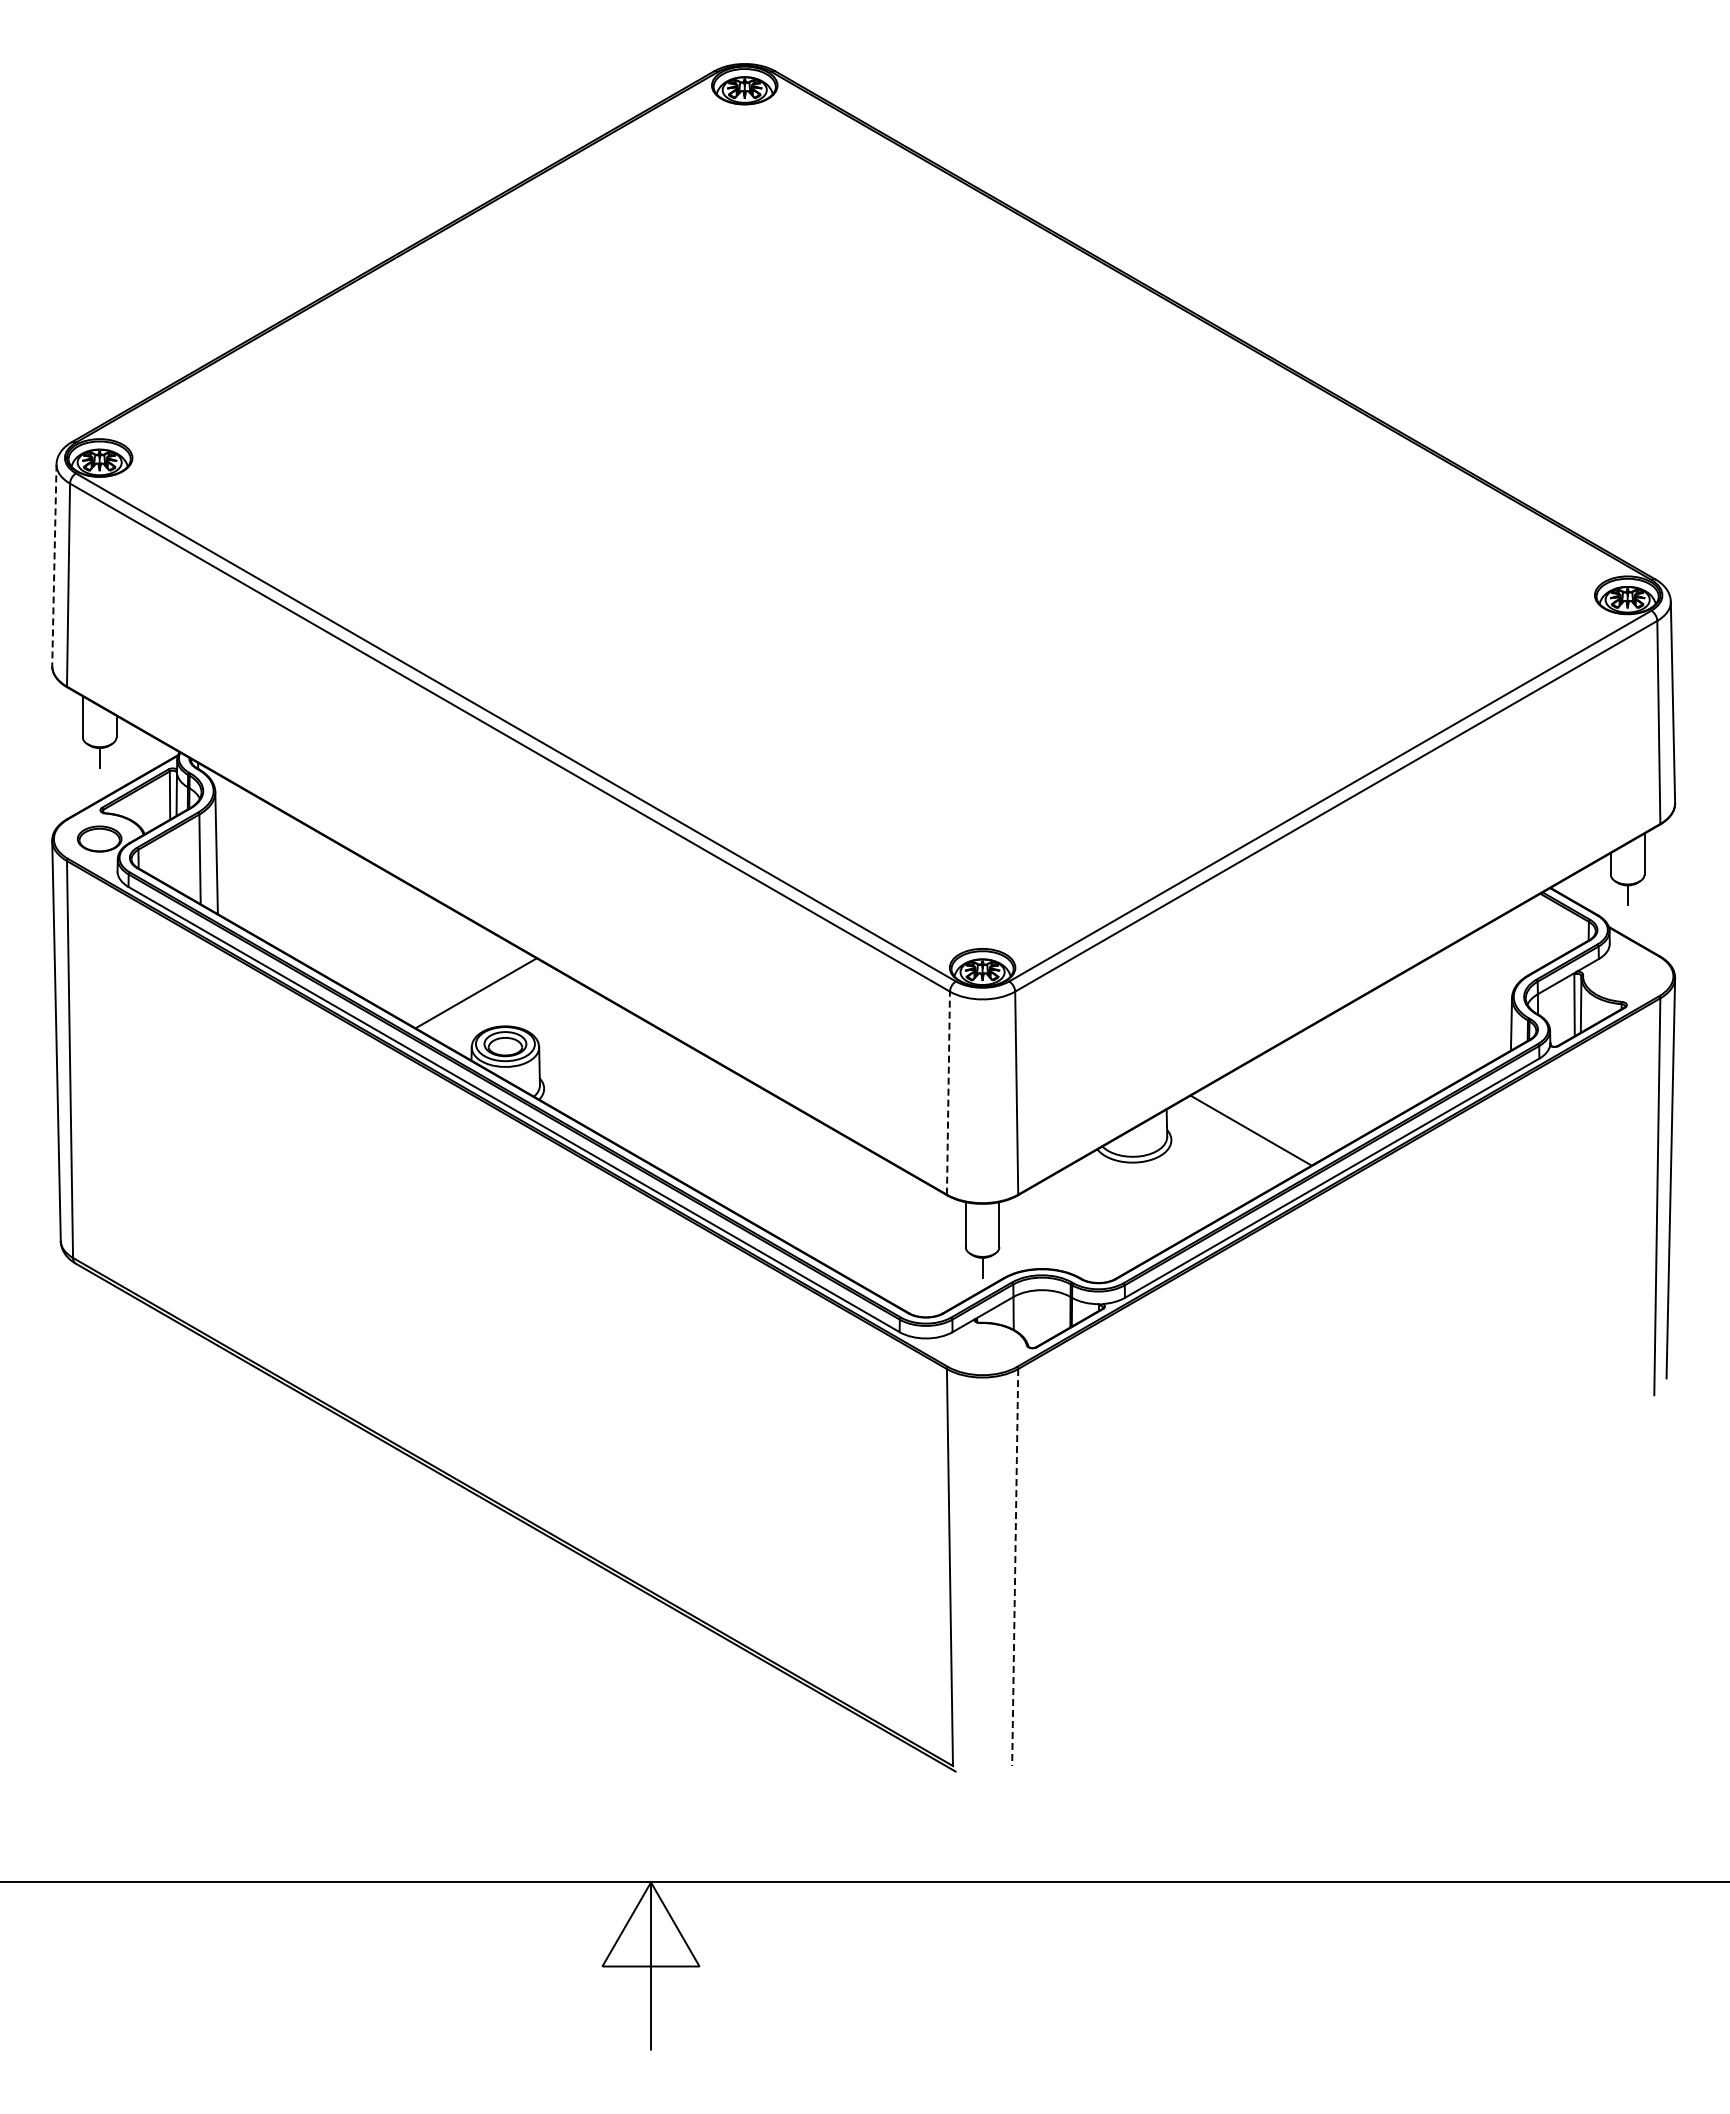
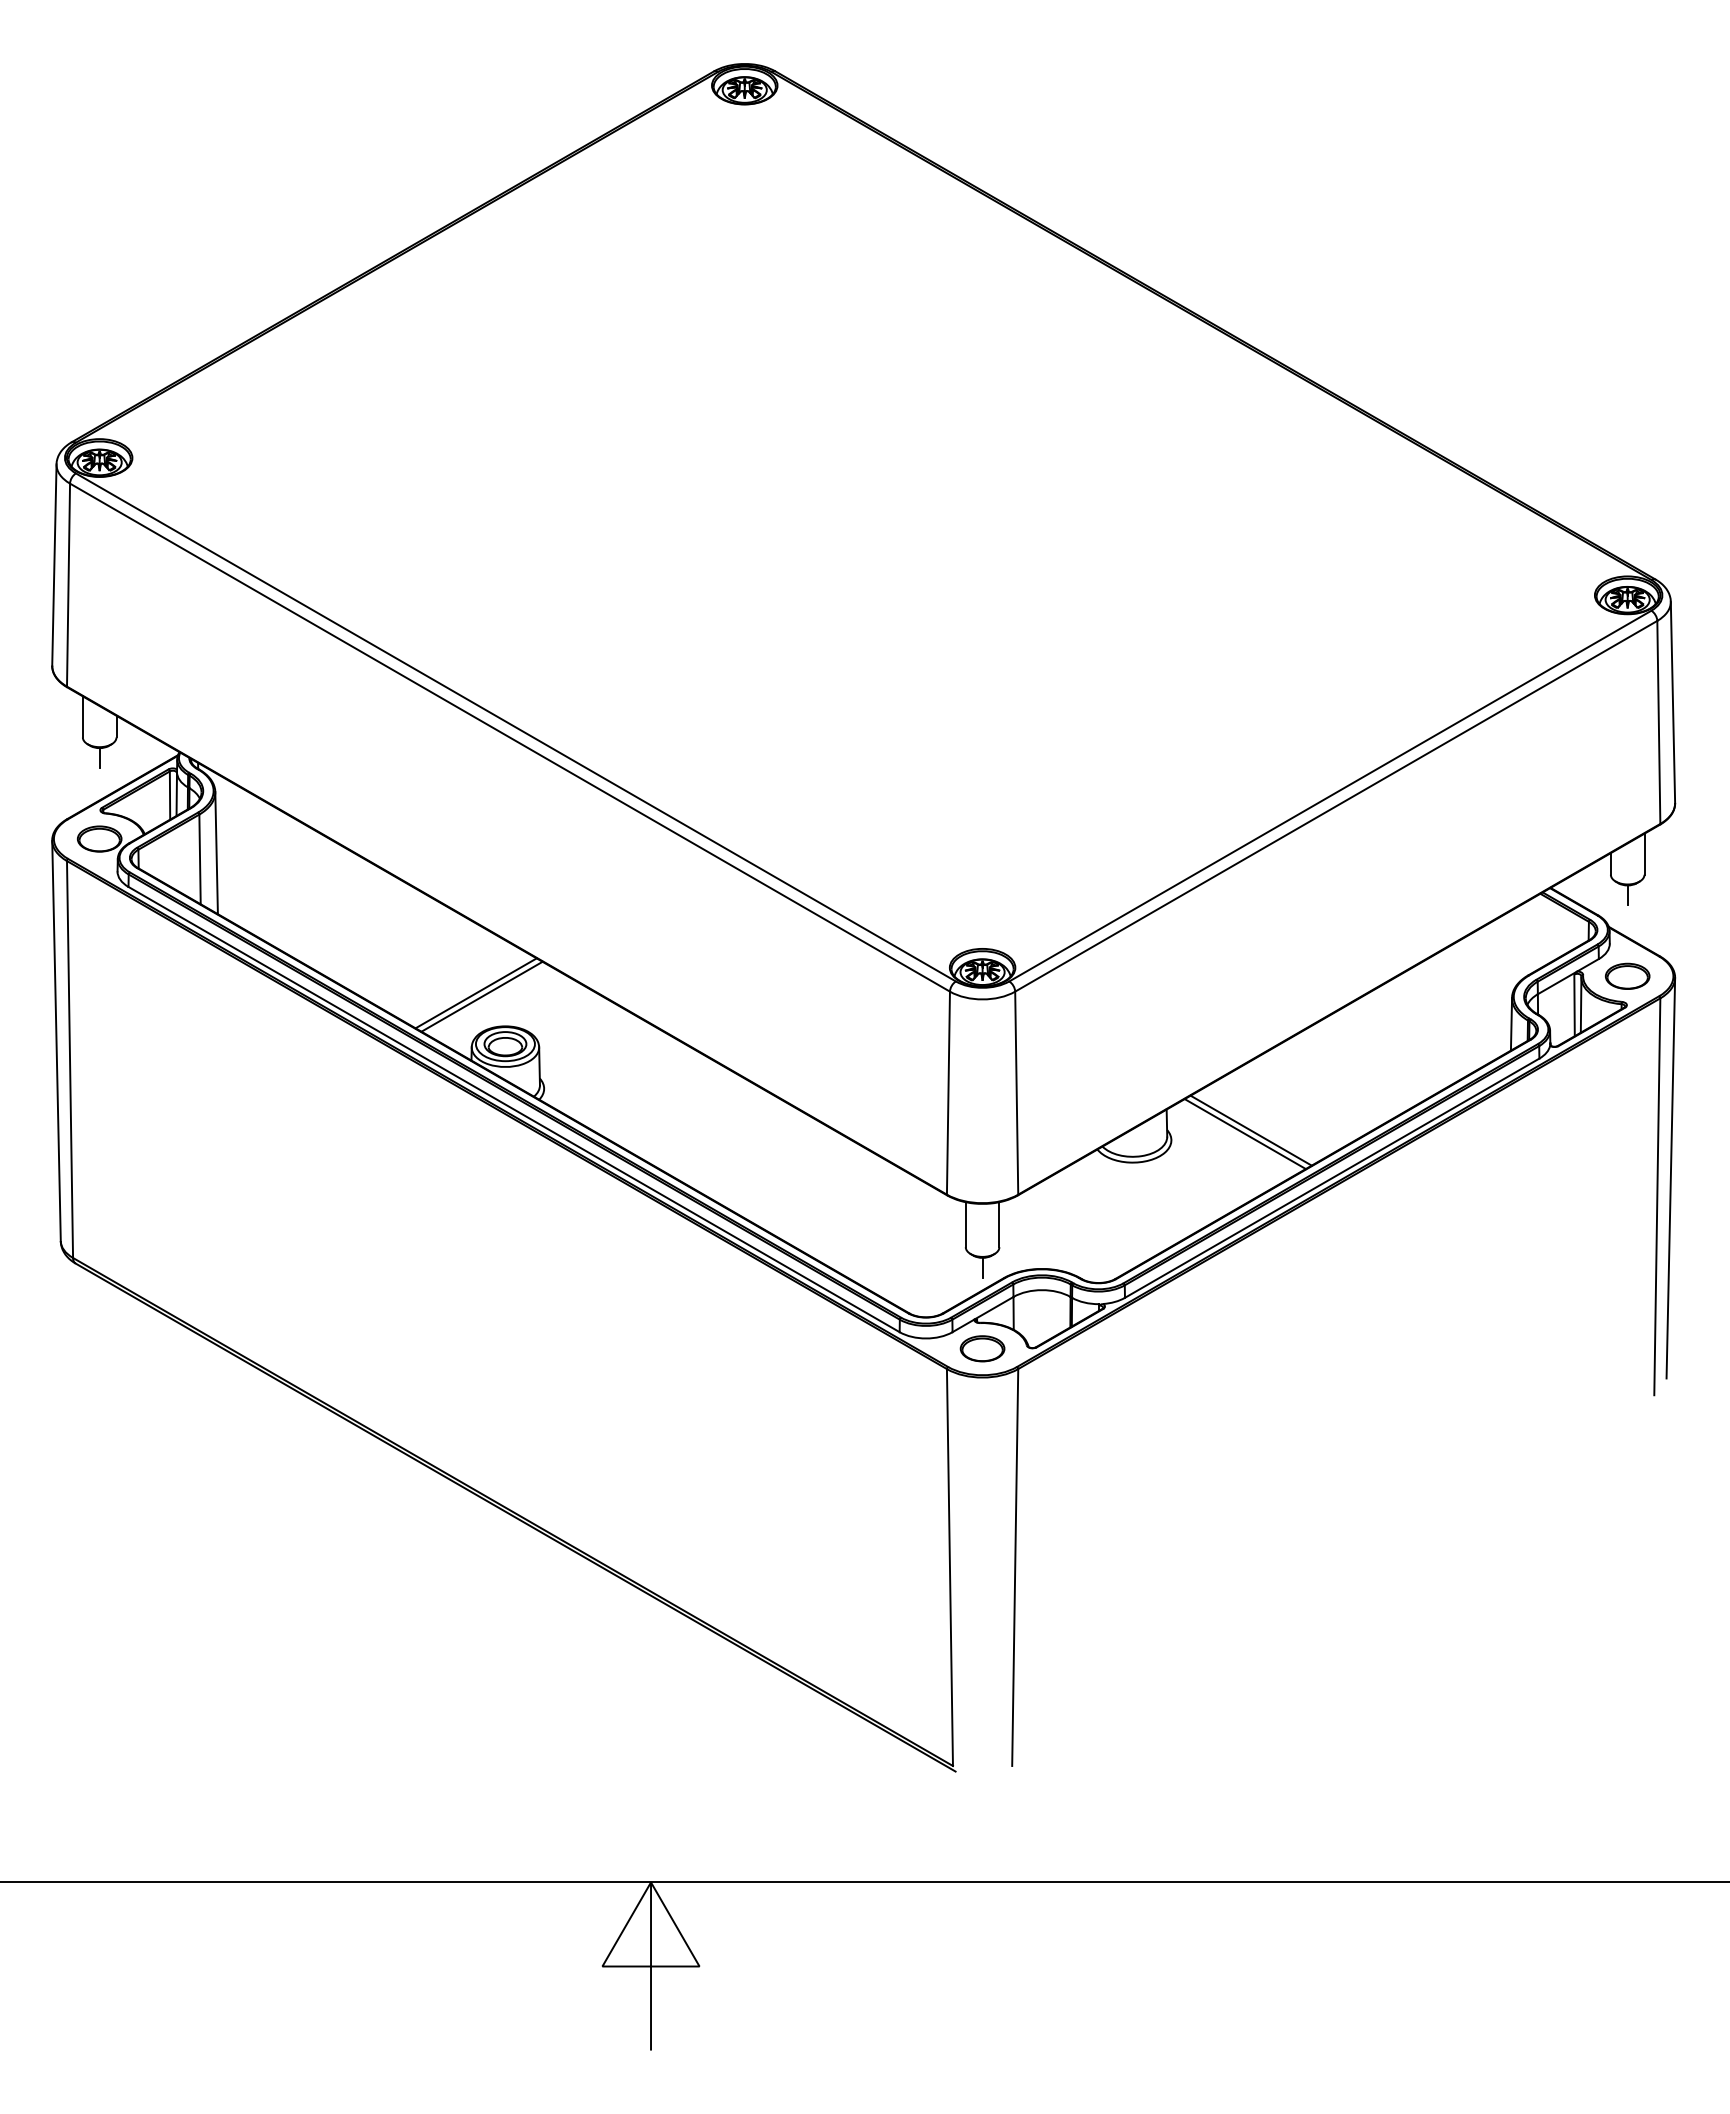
line at (54, 565): dashed -> solid
part at (1627, 975): none -> present
line at (481, 996): none -> present
line at (948, 1093): dashed -> solid
line at (1244, 1134): none -> present
part at (982, 1348): none -> present
line at (1015, 1568): dashed -> solid
